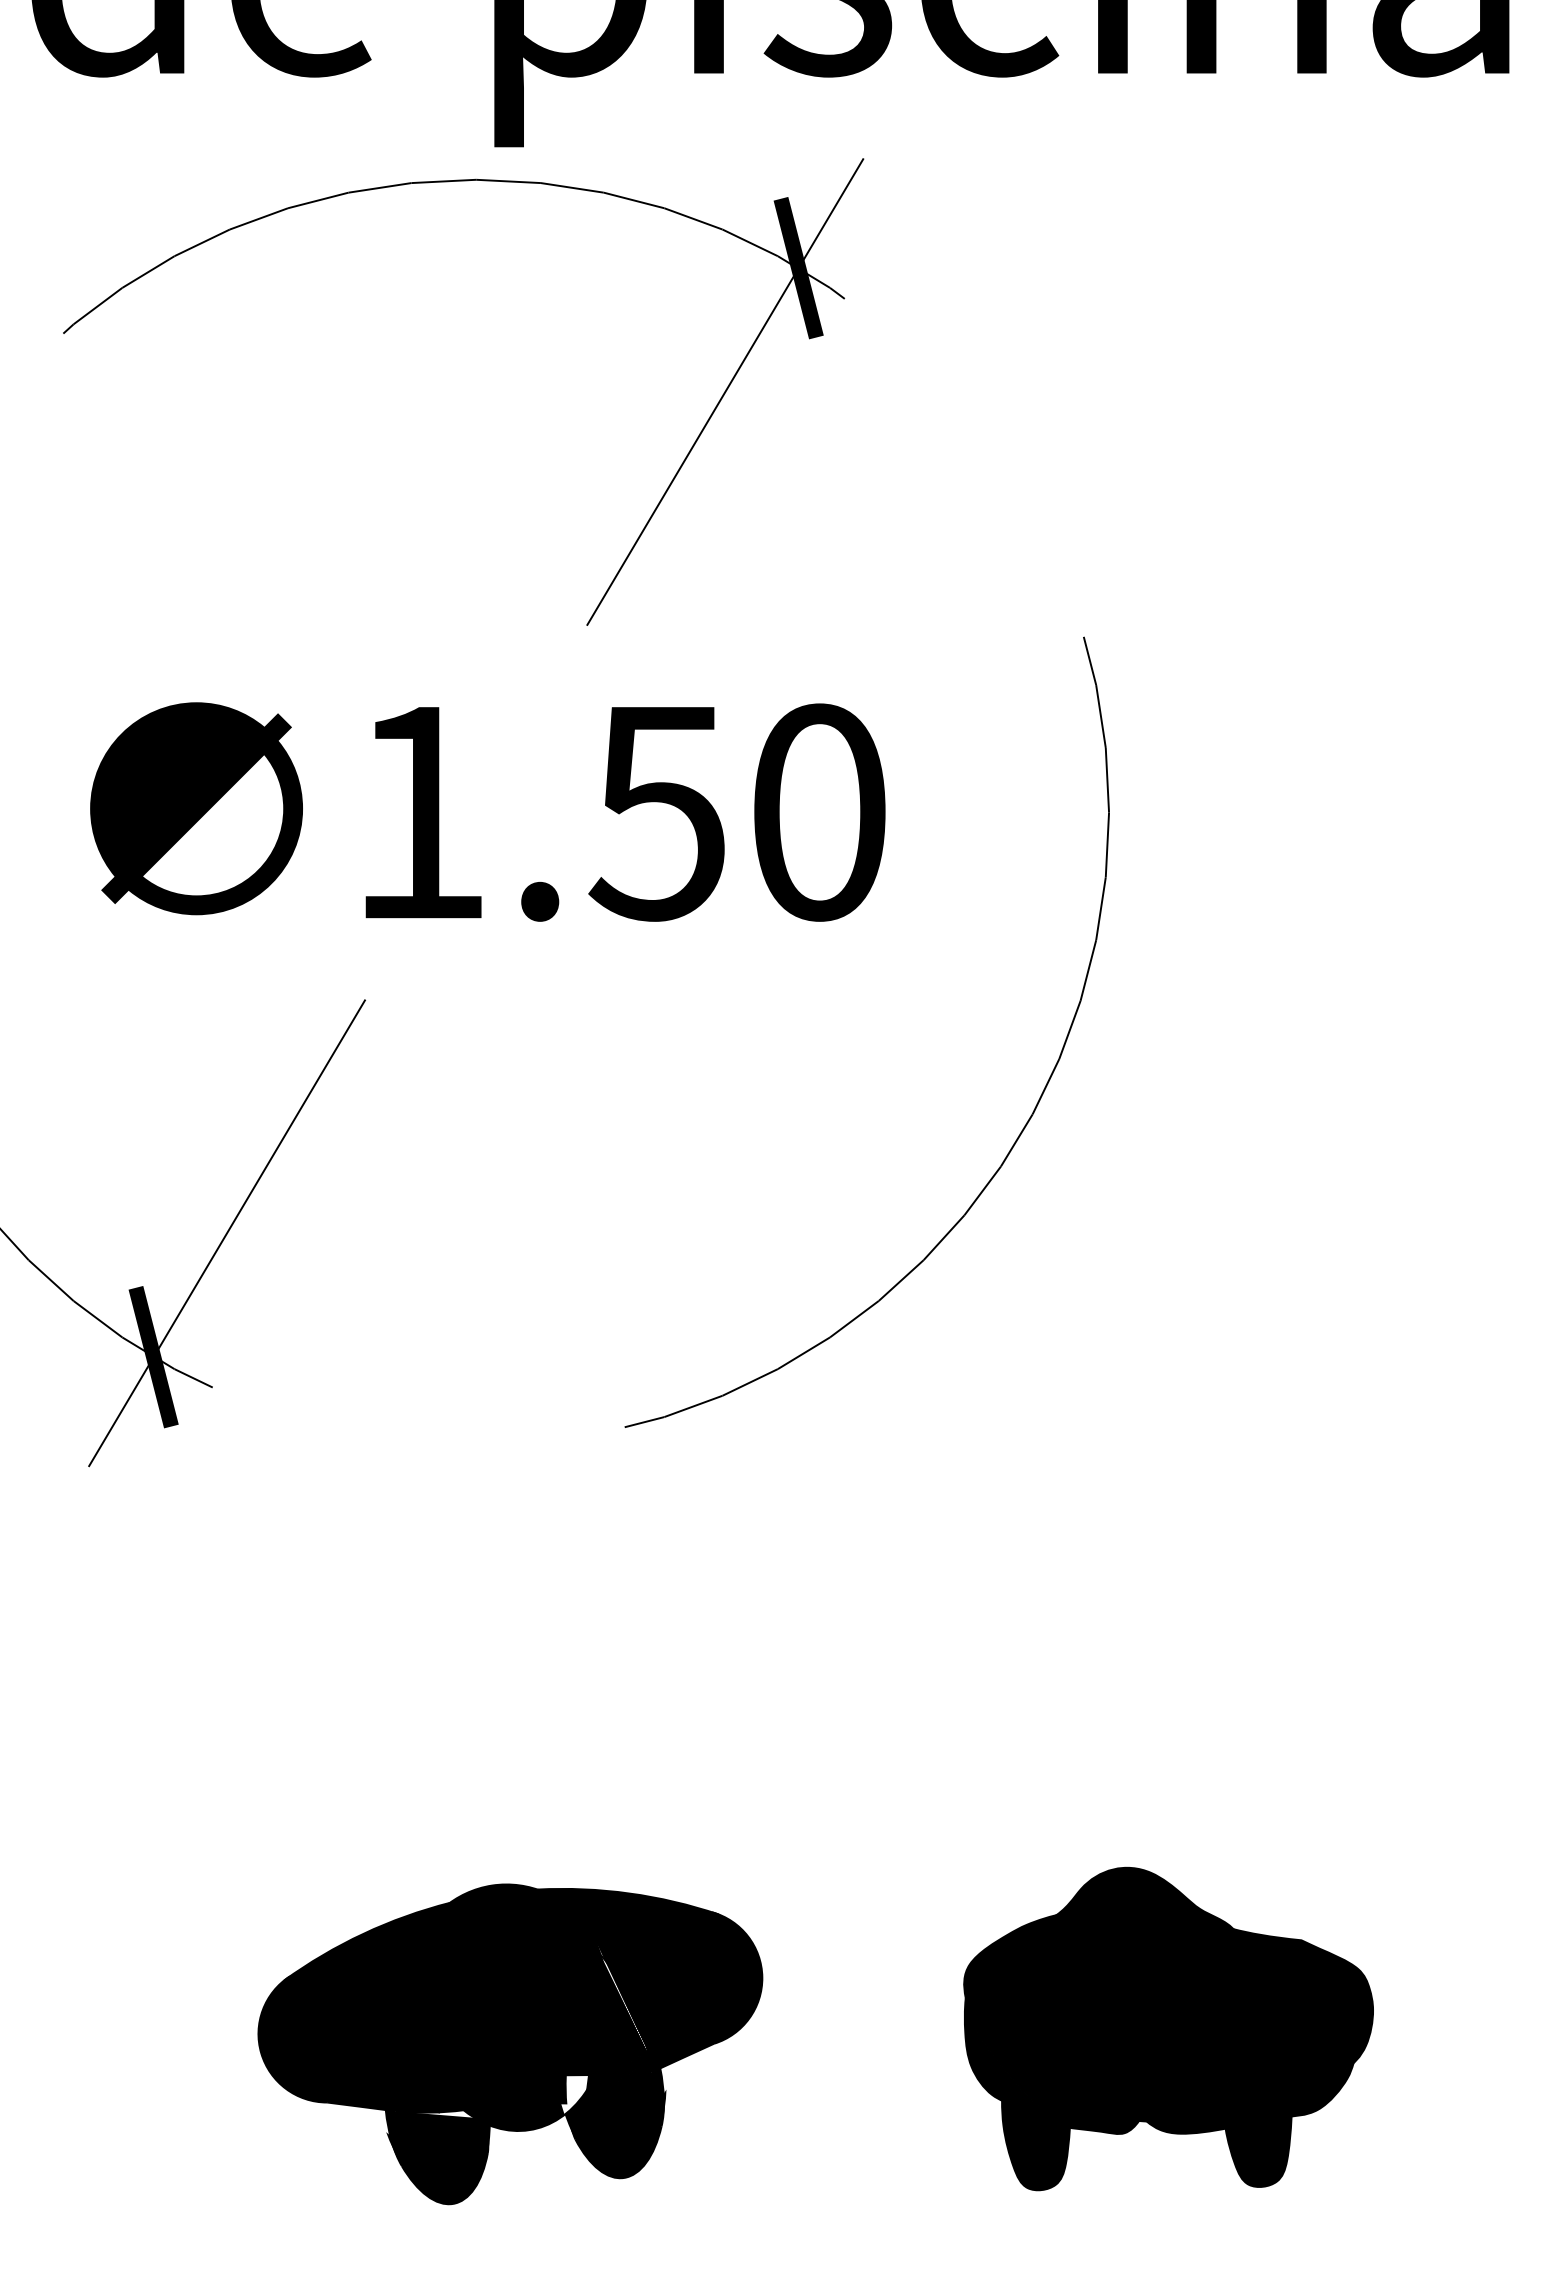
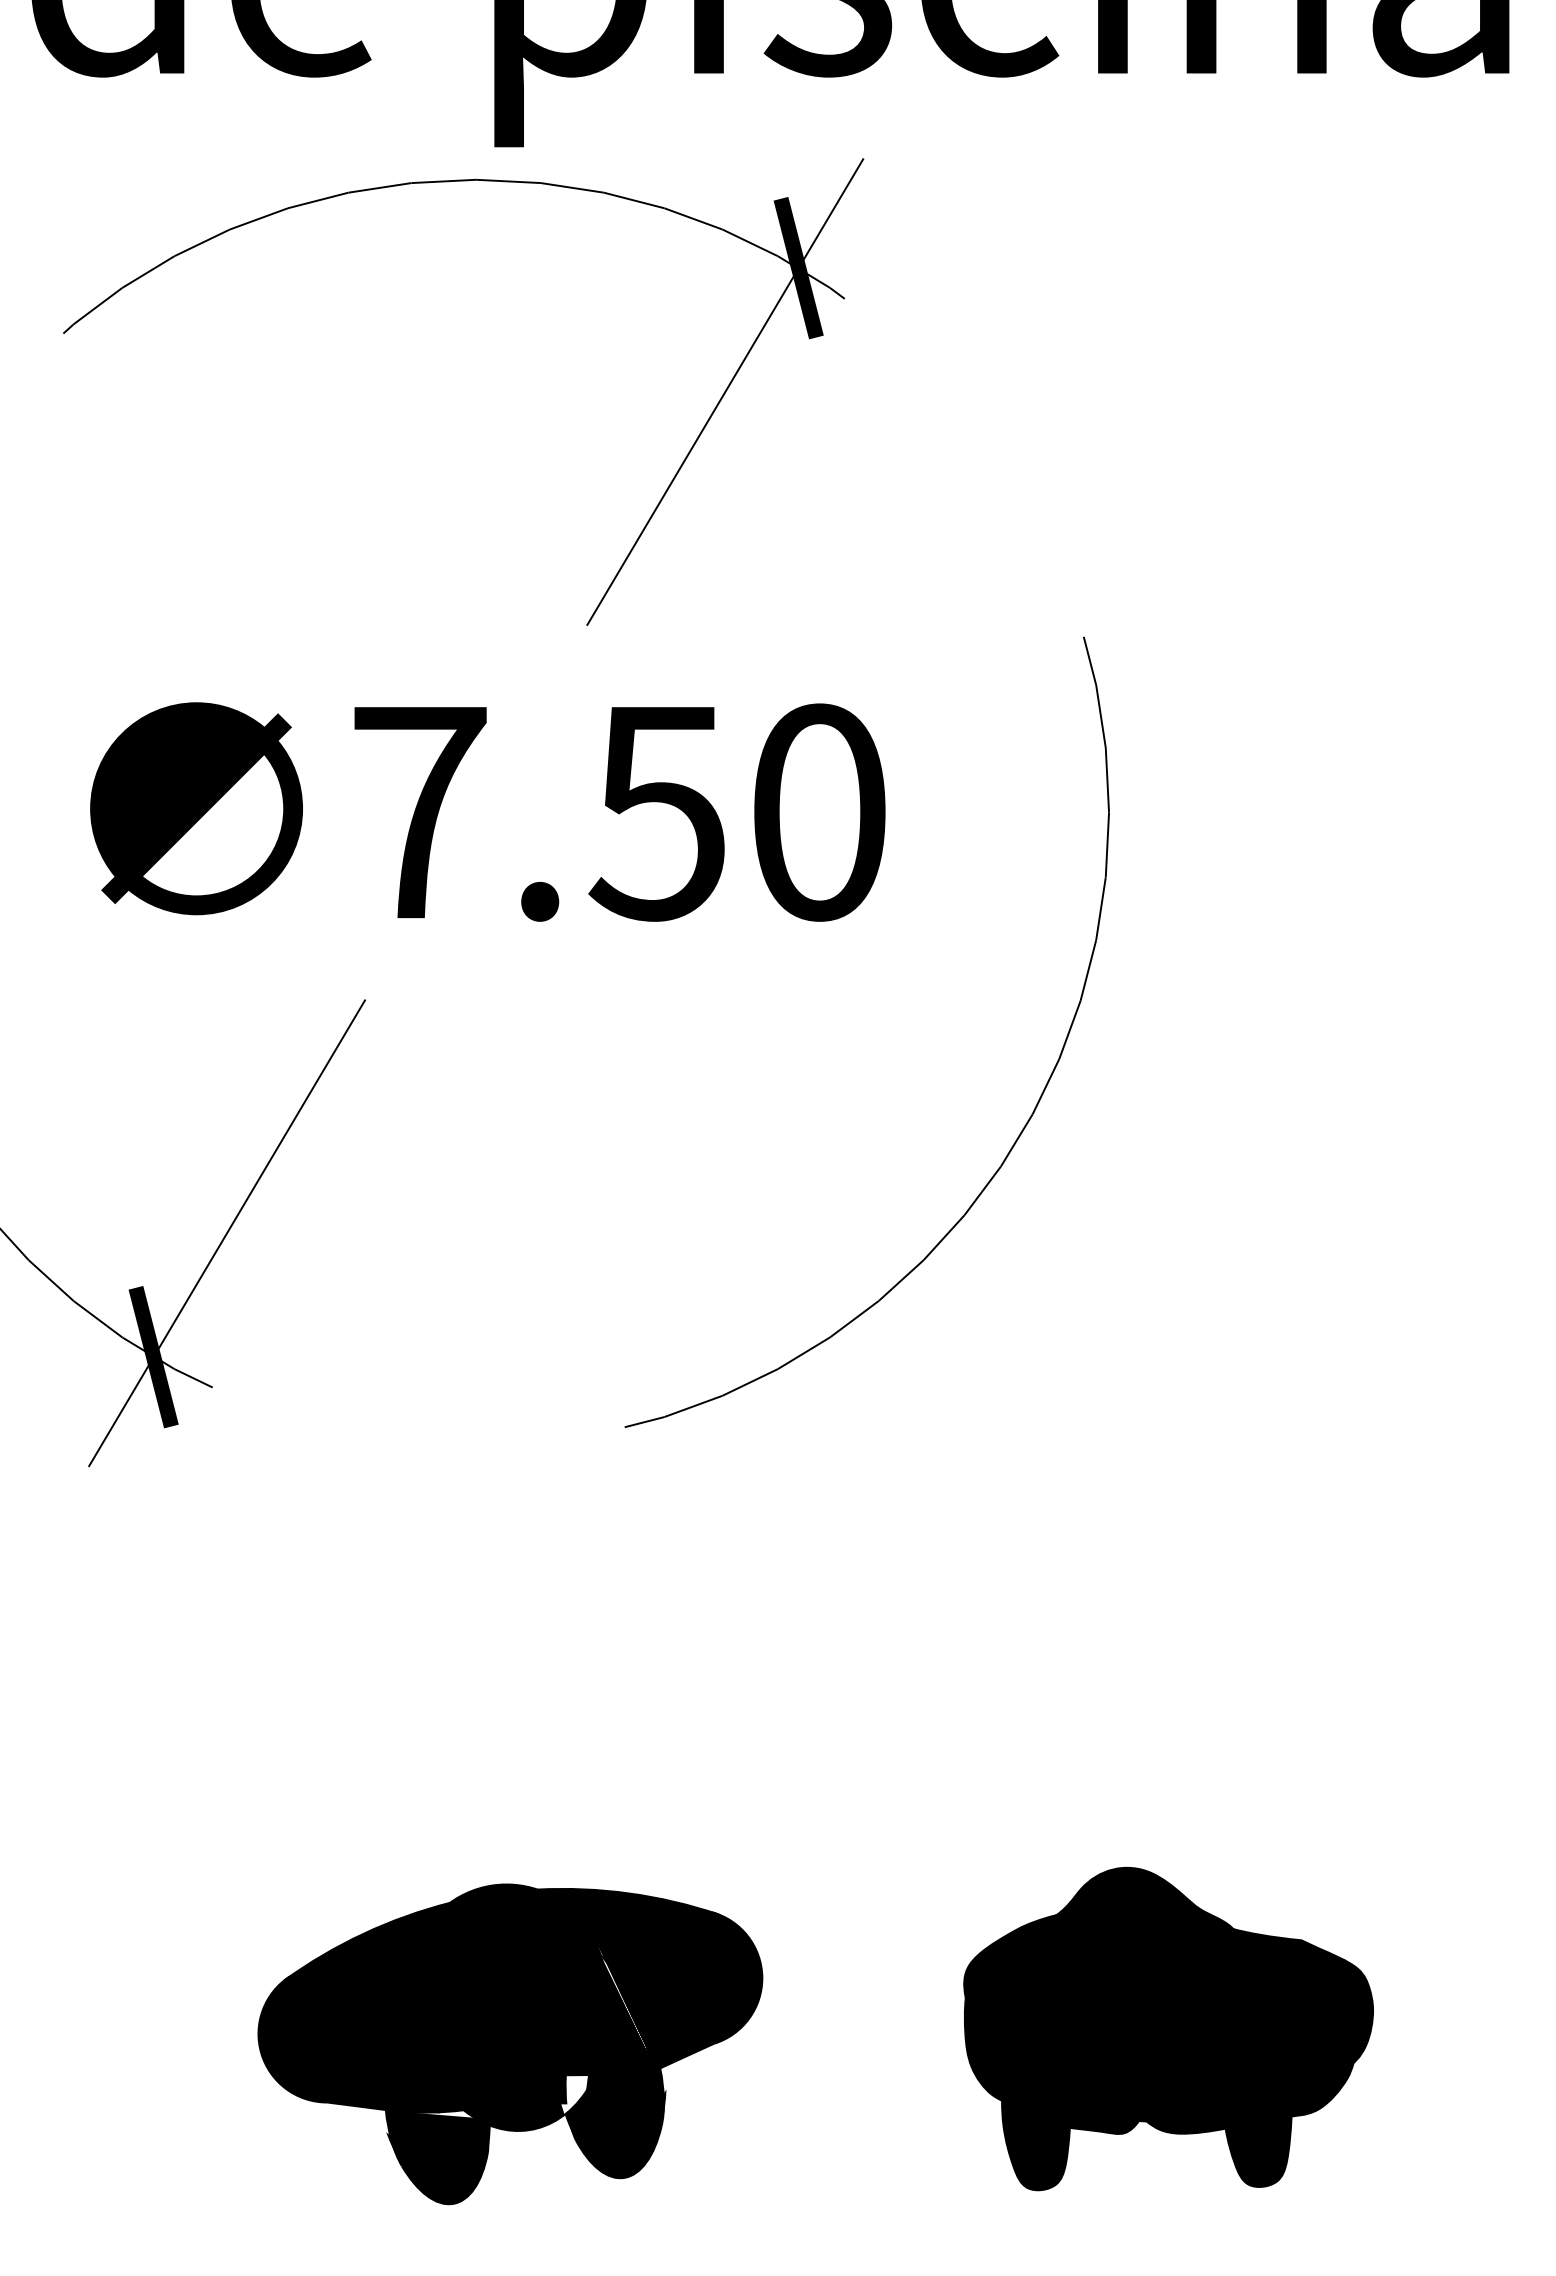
text at (420, 812): 1.50 -> 7.50
